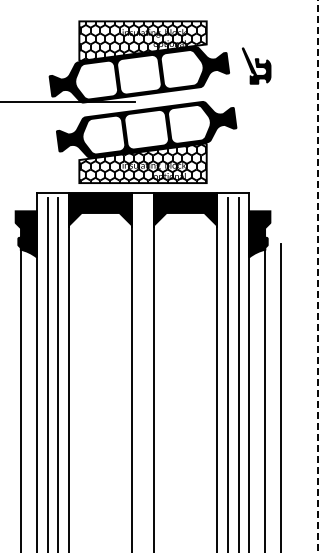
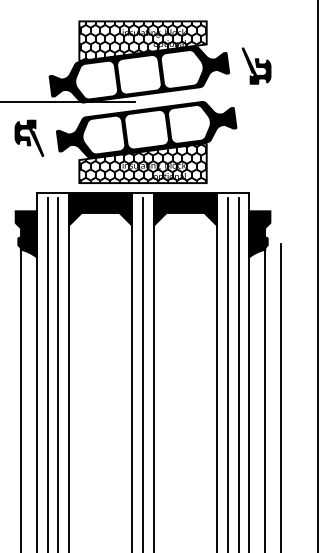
part at (29, 137): none -> present
line at (318, 276): dashed -> solid
line at (143, 373): none -> present
